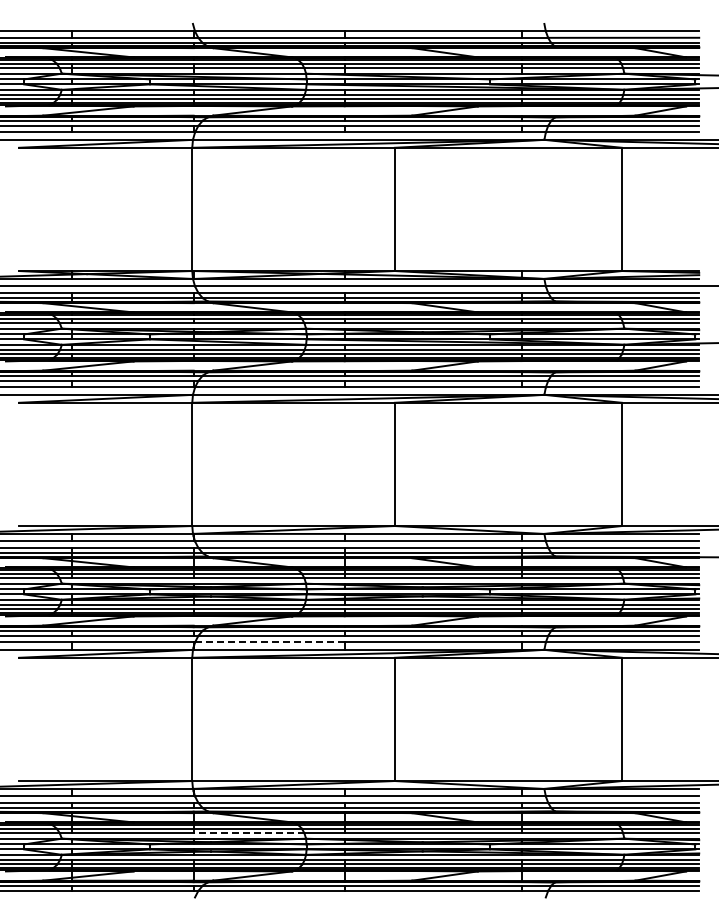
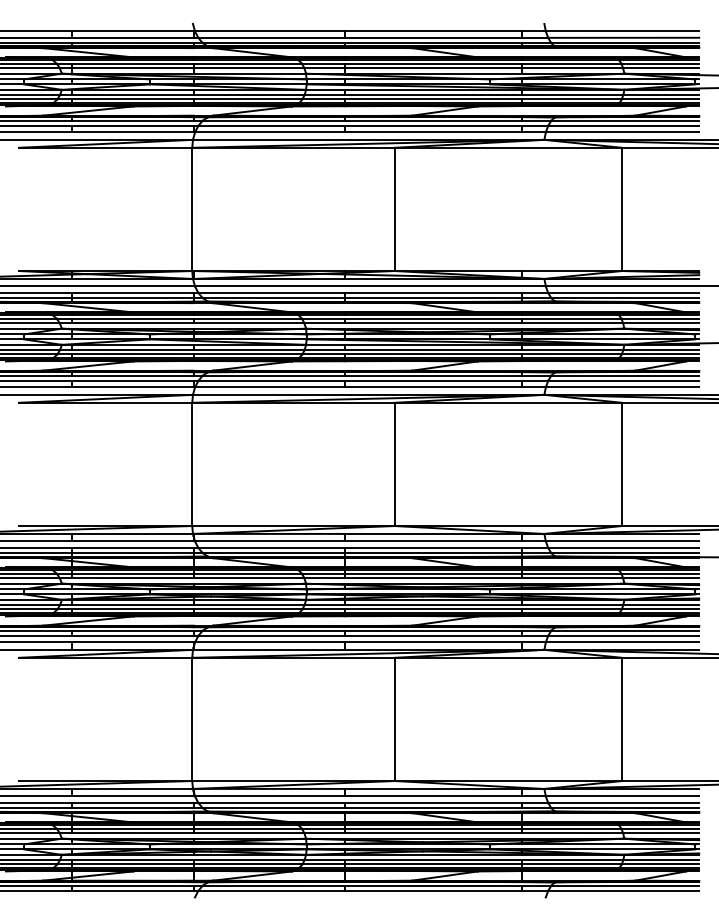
line at (269, 642): dashed -> solid
line at (248, 833): dashed -> solid
